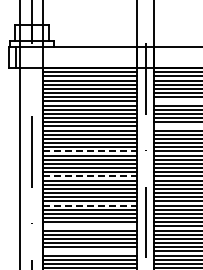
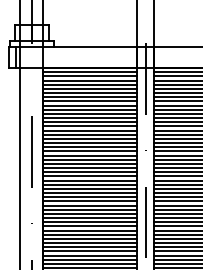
line at (176, 101): none -> present
line at (176, 126): none -> present
line at (90, 151): dashed -> solid
line at (90, 176): dashed -> solid
line at (90, 205): dashed -> solid
line at (89, 226): none -> present
line at (89, 251): none -> present
